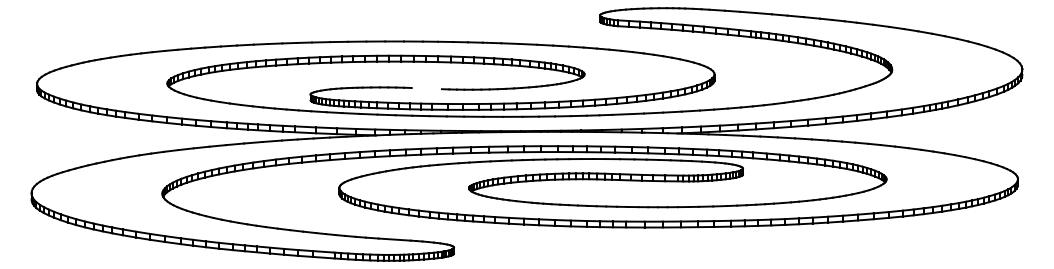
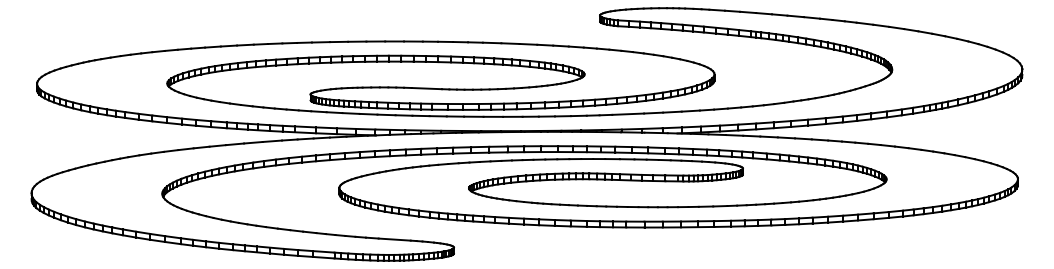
line at (426, 88): none -> present
